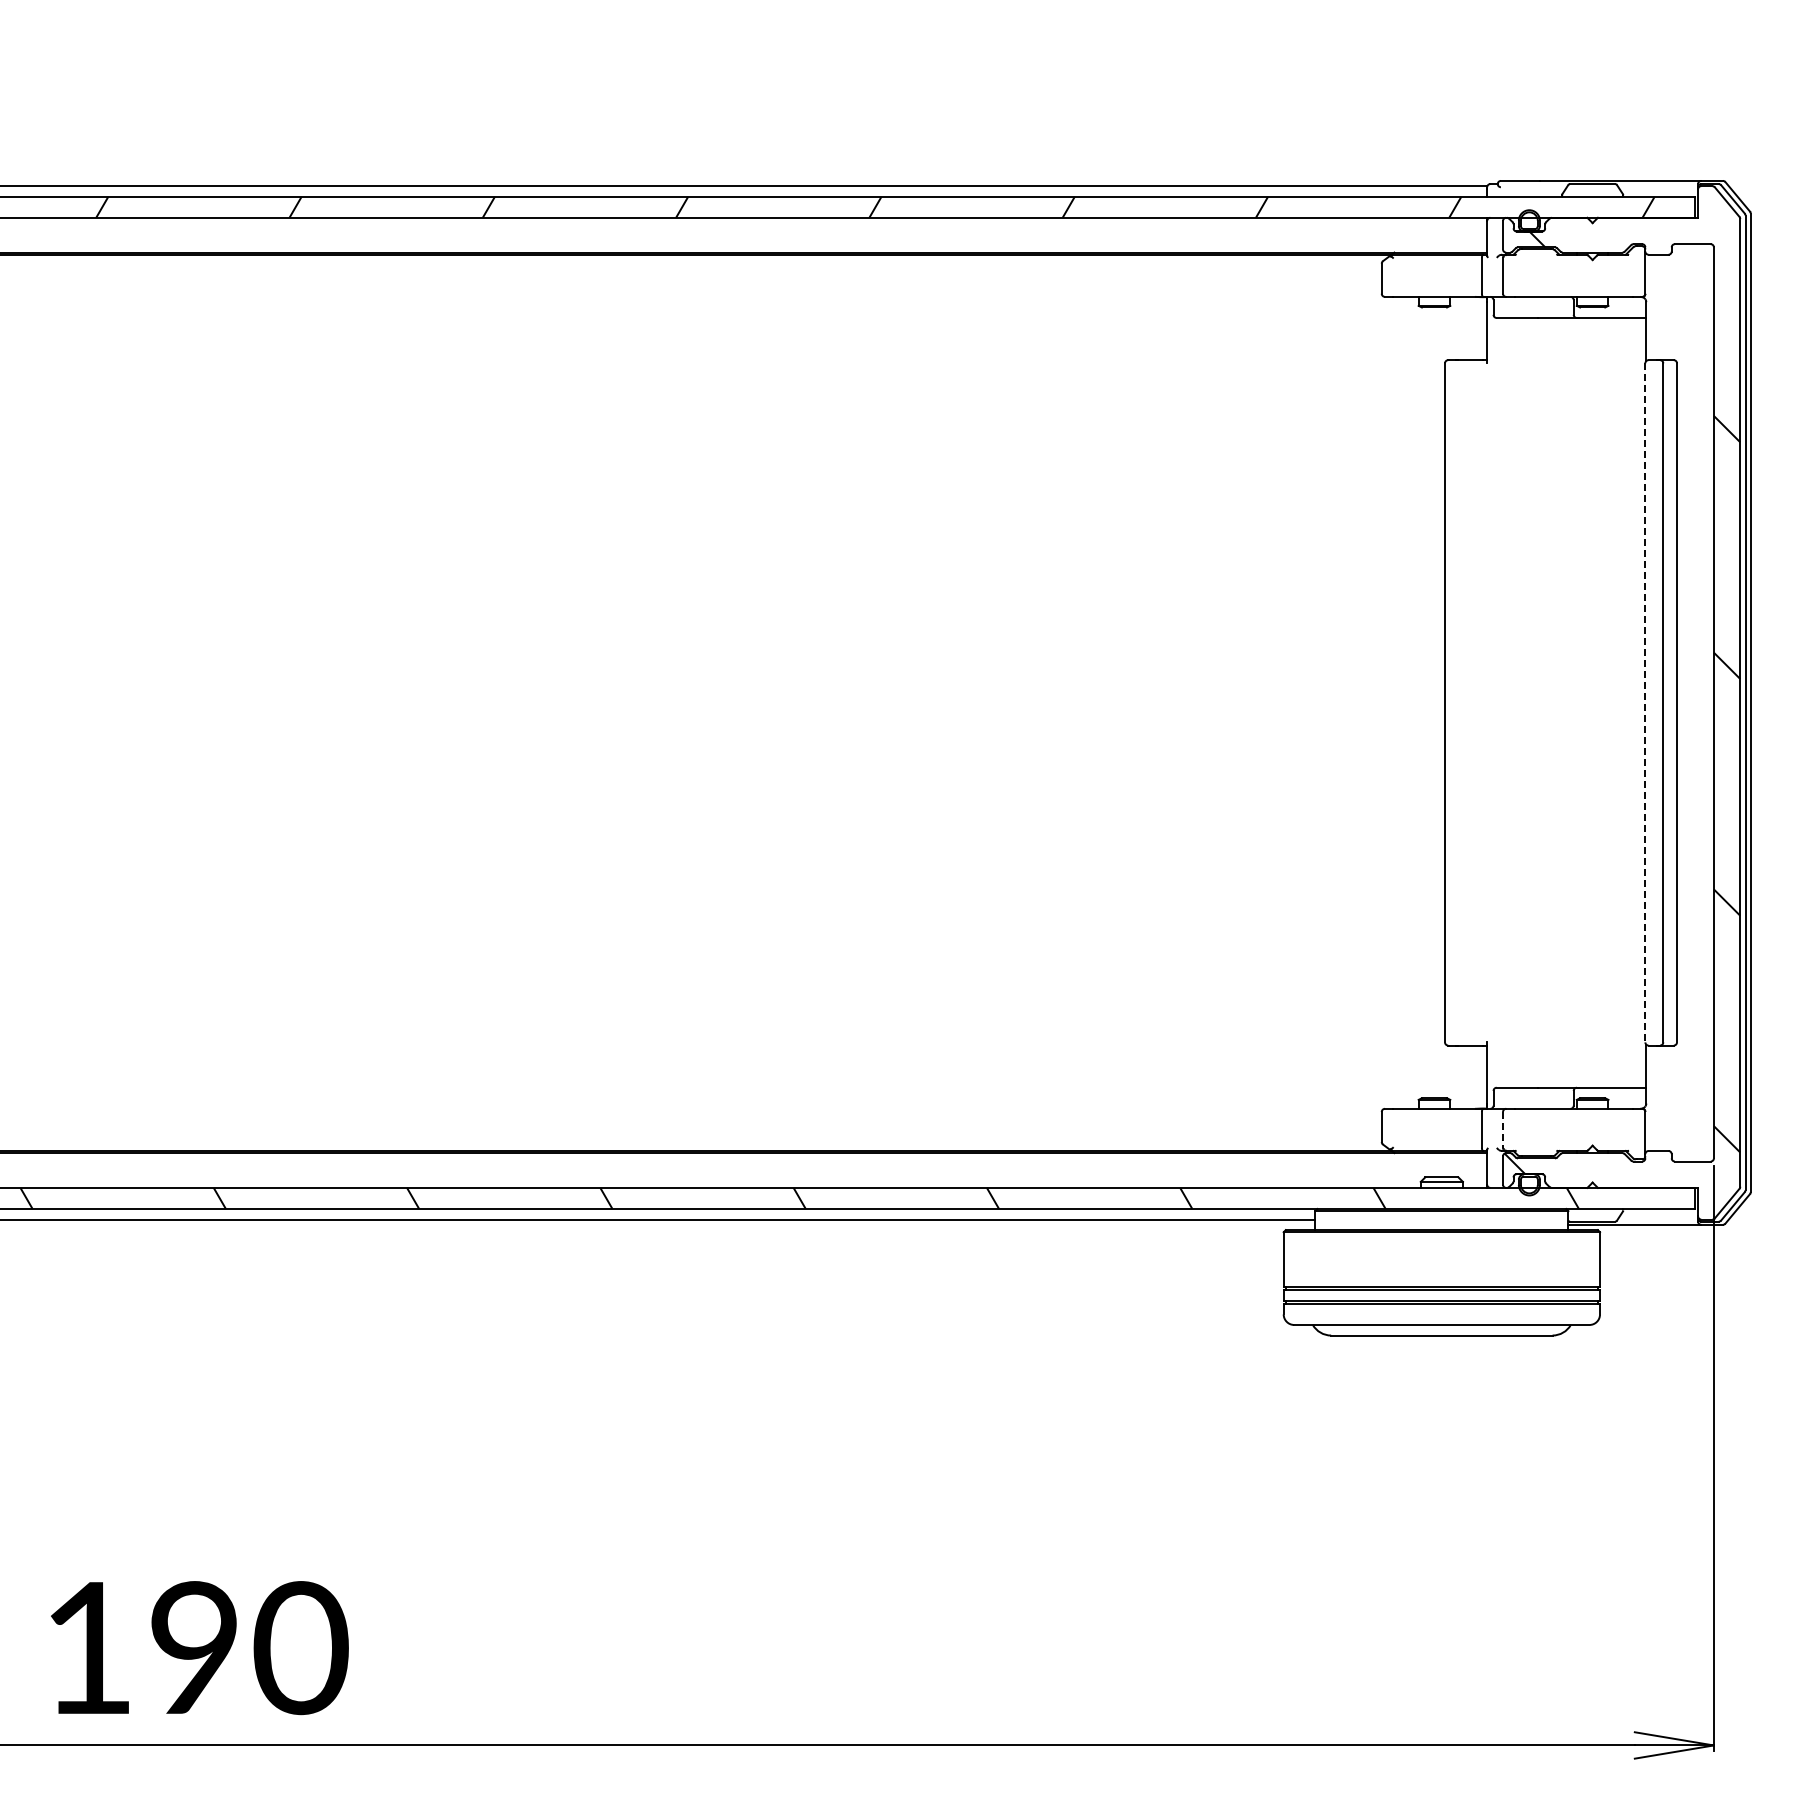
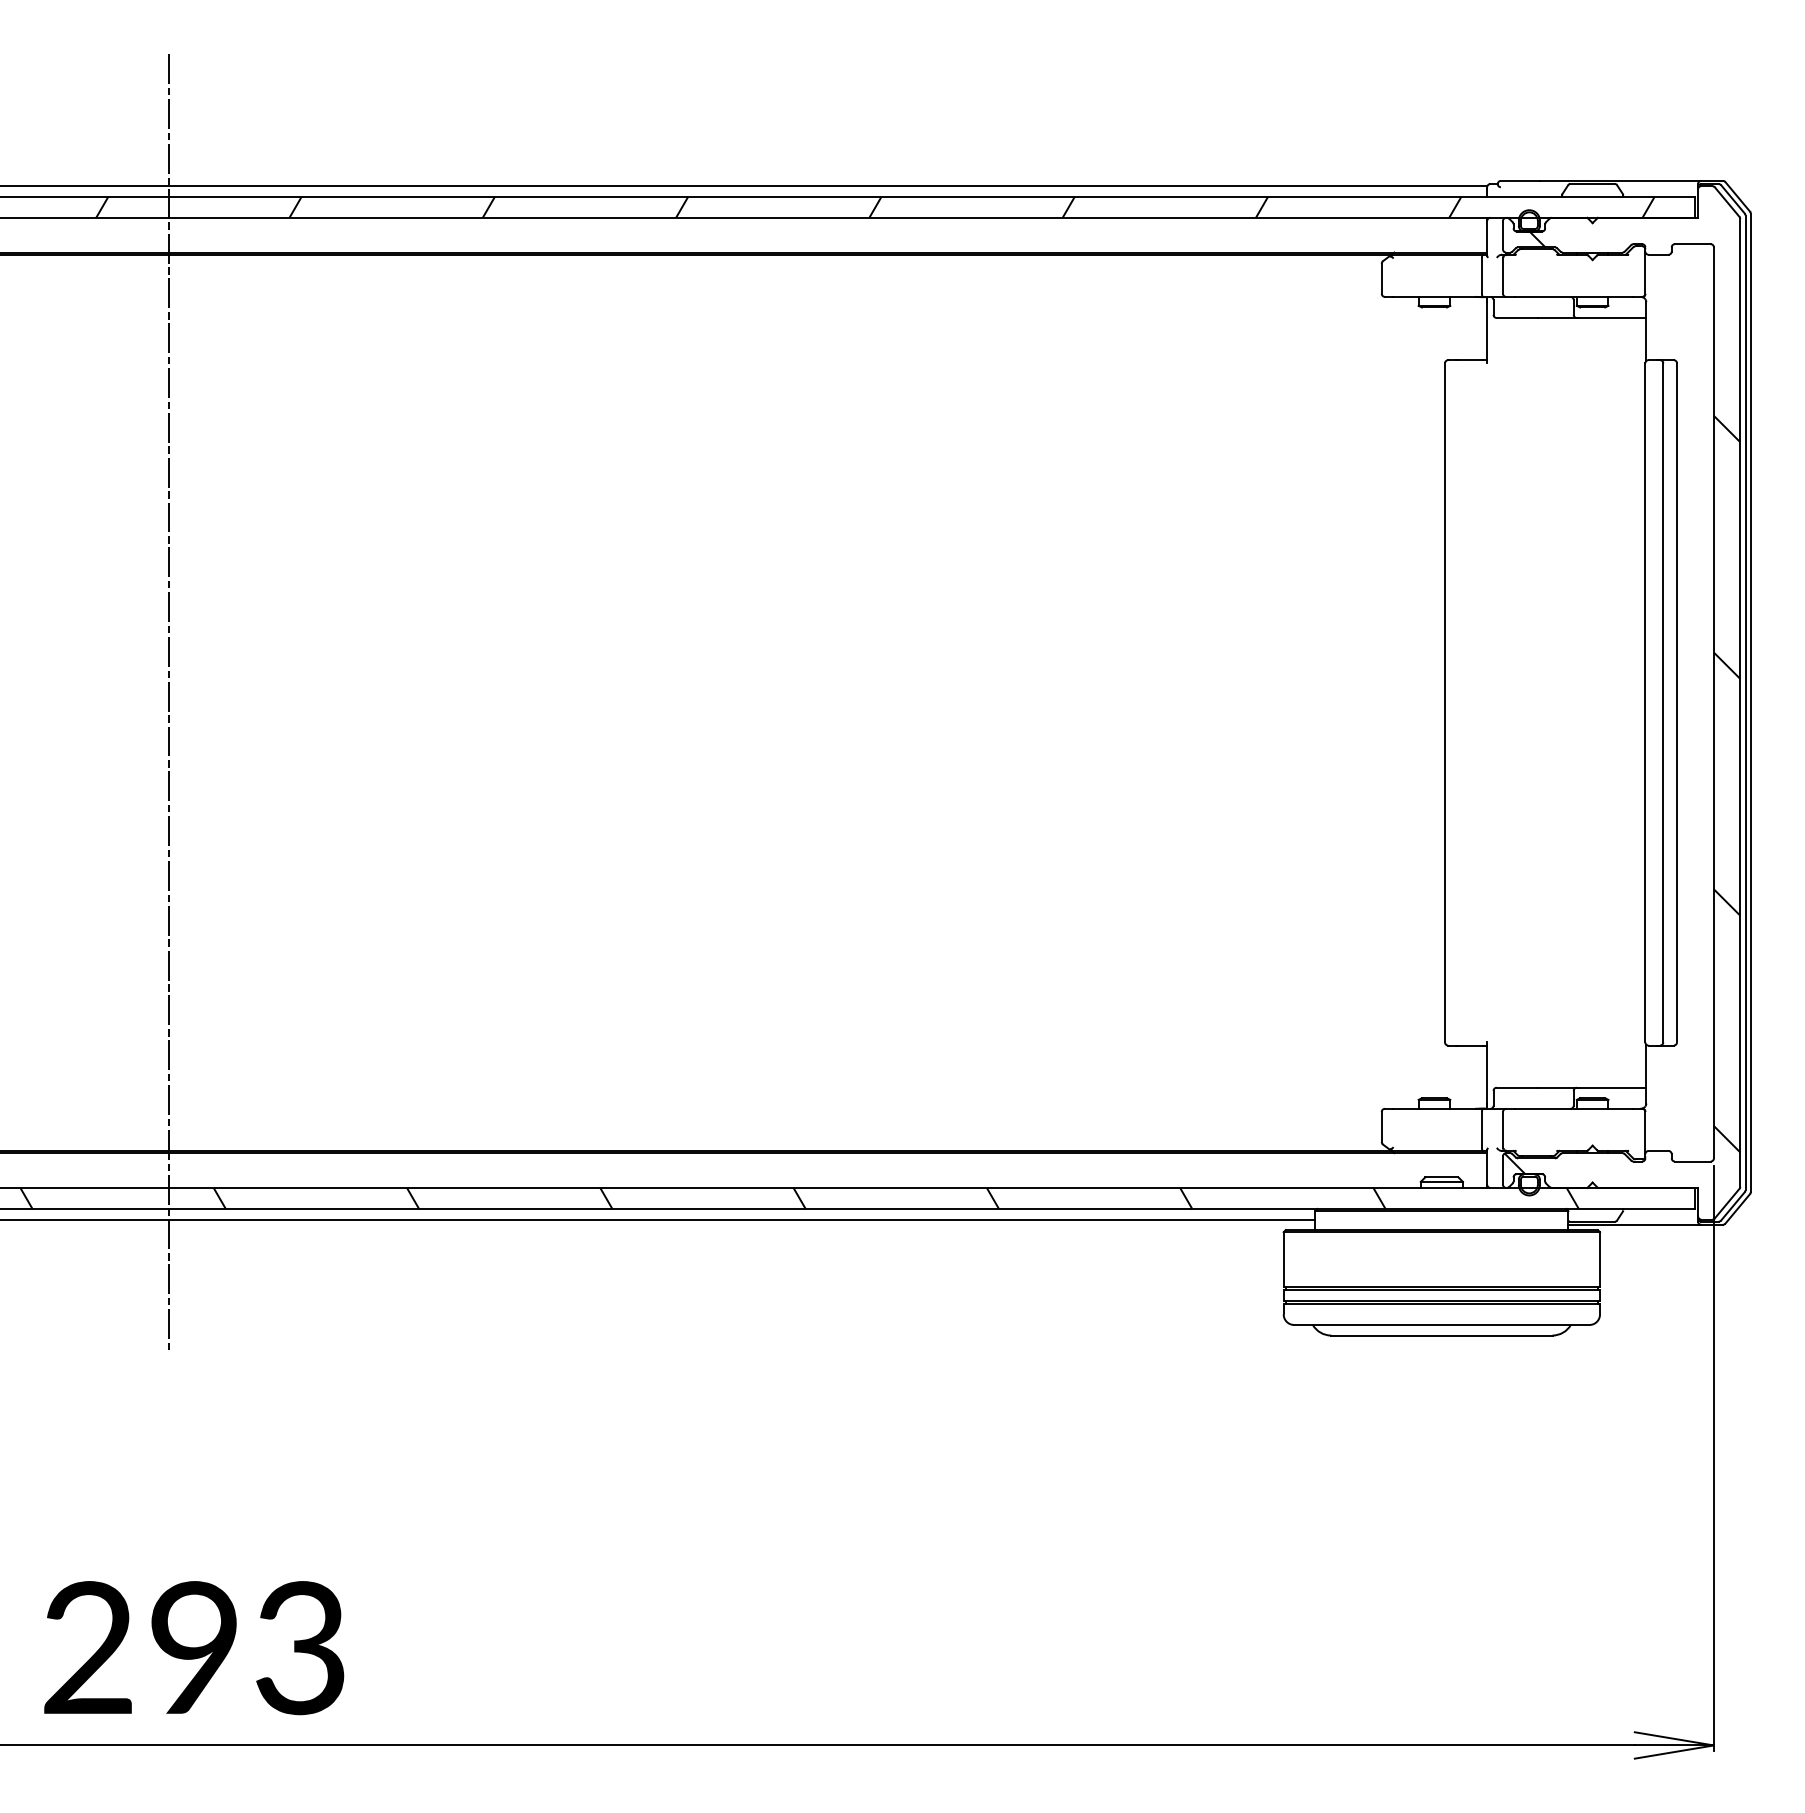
line at (169, 702): none -> present
line at (1645, 702): dashed -> solid
line at (1503, 1129): dashed -> solid
text at (196, 1648): 190 -> 293
